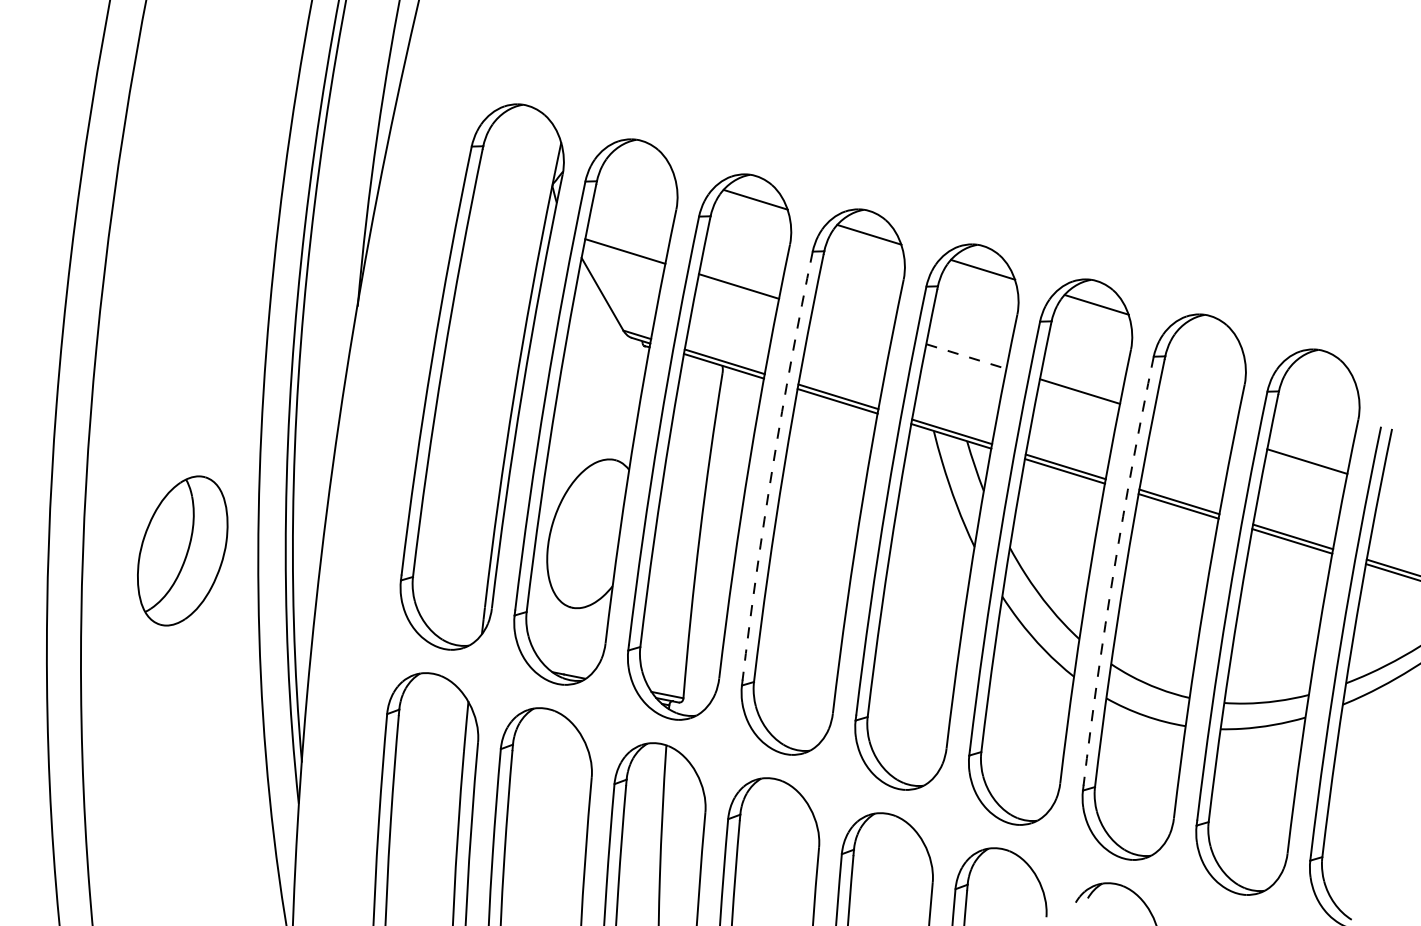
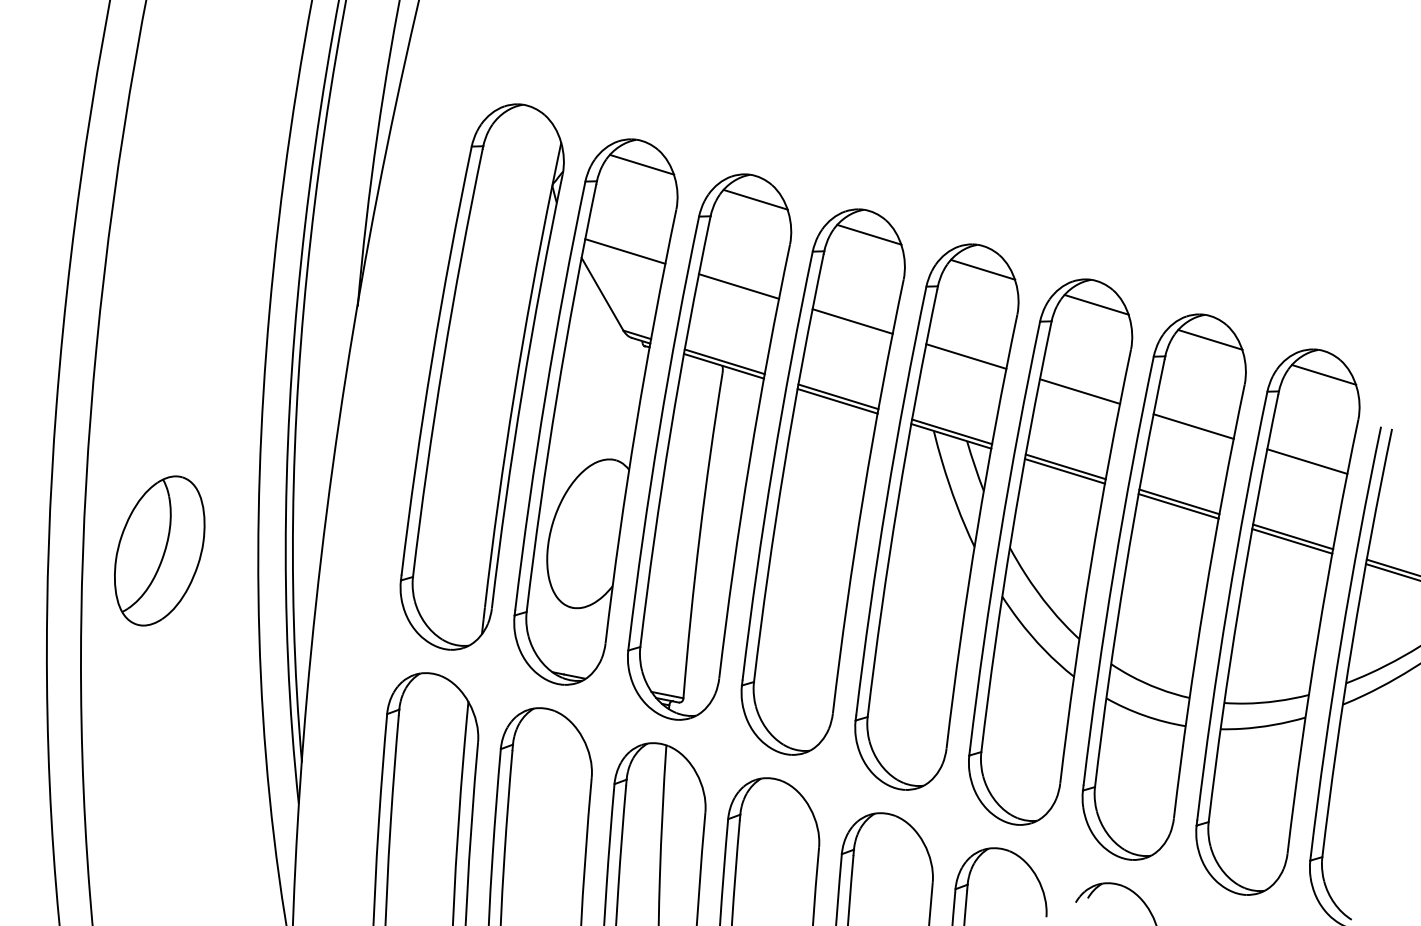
line at (642, 164): none -> present
line at (852, 321): none -> present
line at (1210, 339): none -> present
line at (966, 356): dashed -> solid
line at (1324, 374): none -> present
line at (1193, 426): none -> present
arc at (773, 465): dashed -> solid
part at (182, 550) position: (182, 550) -> (159, 550)
arc at (1114, 570): dashed -> solid
